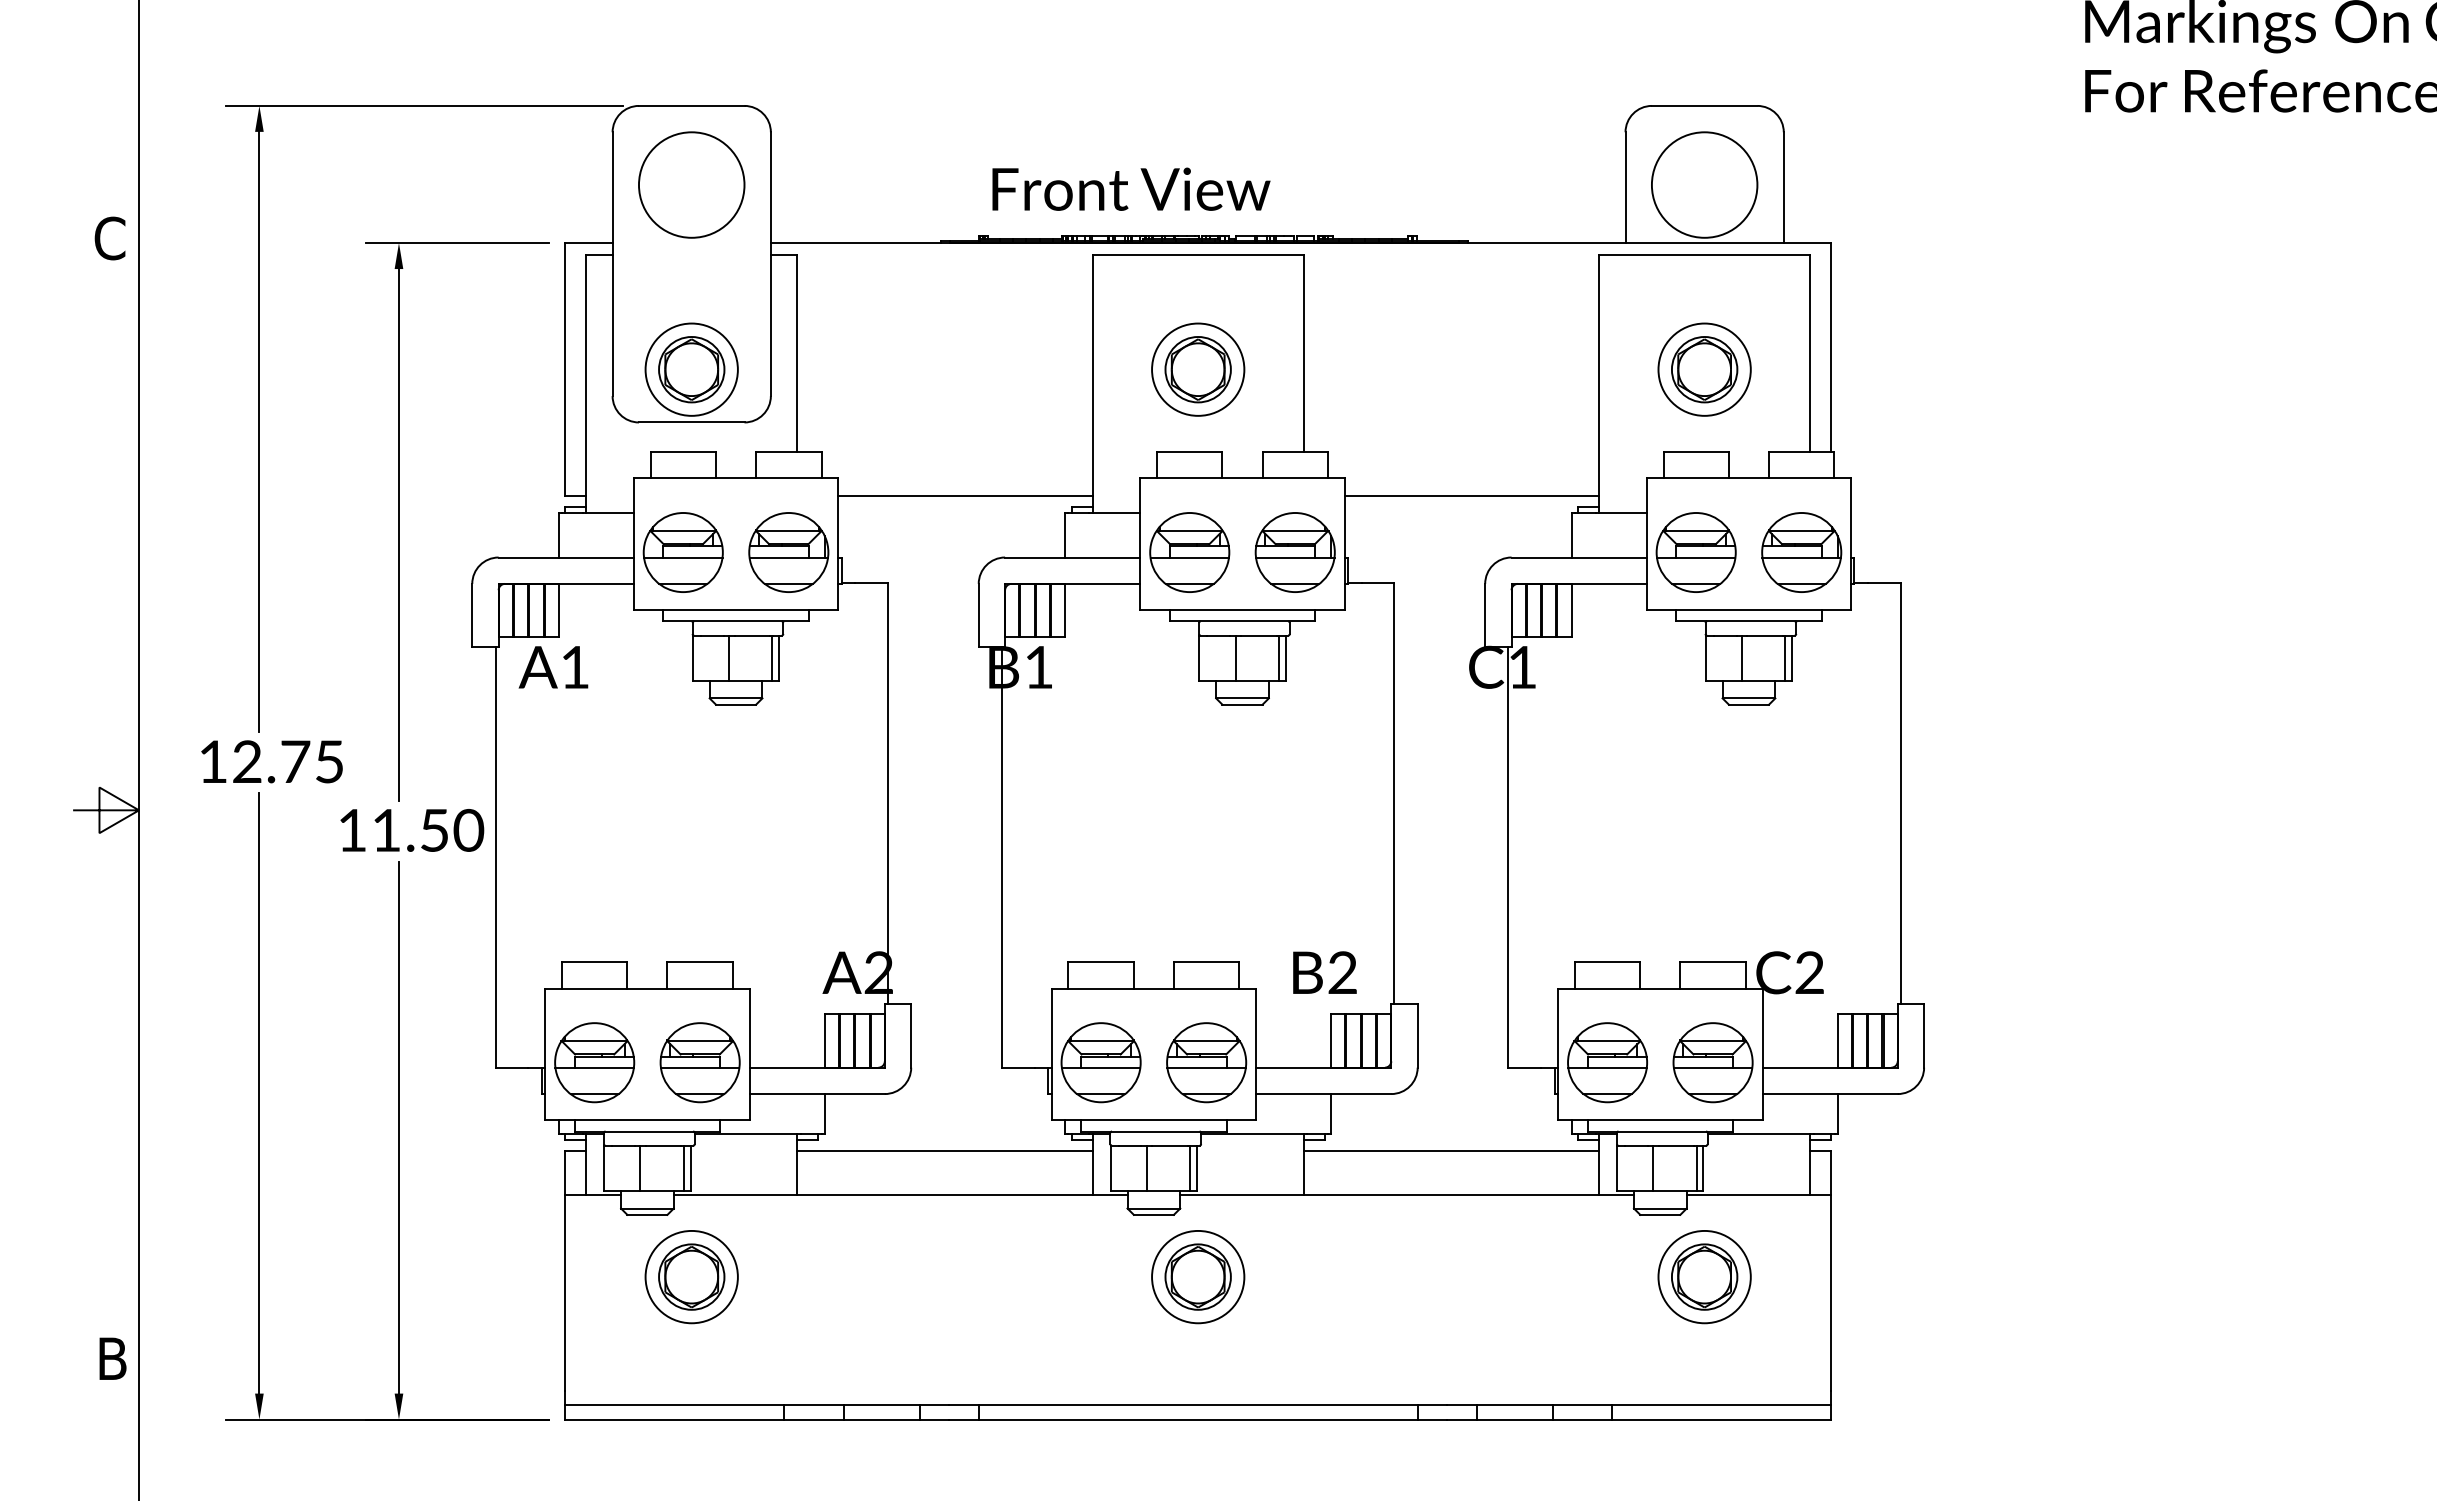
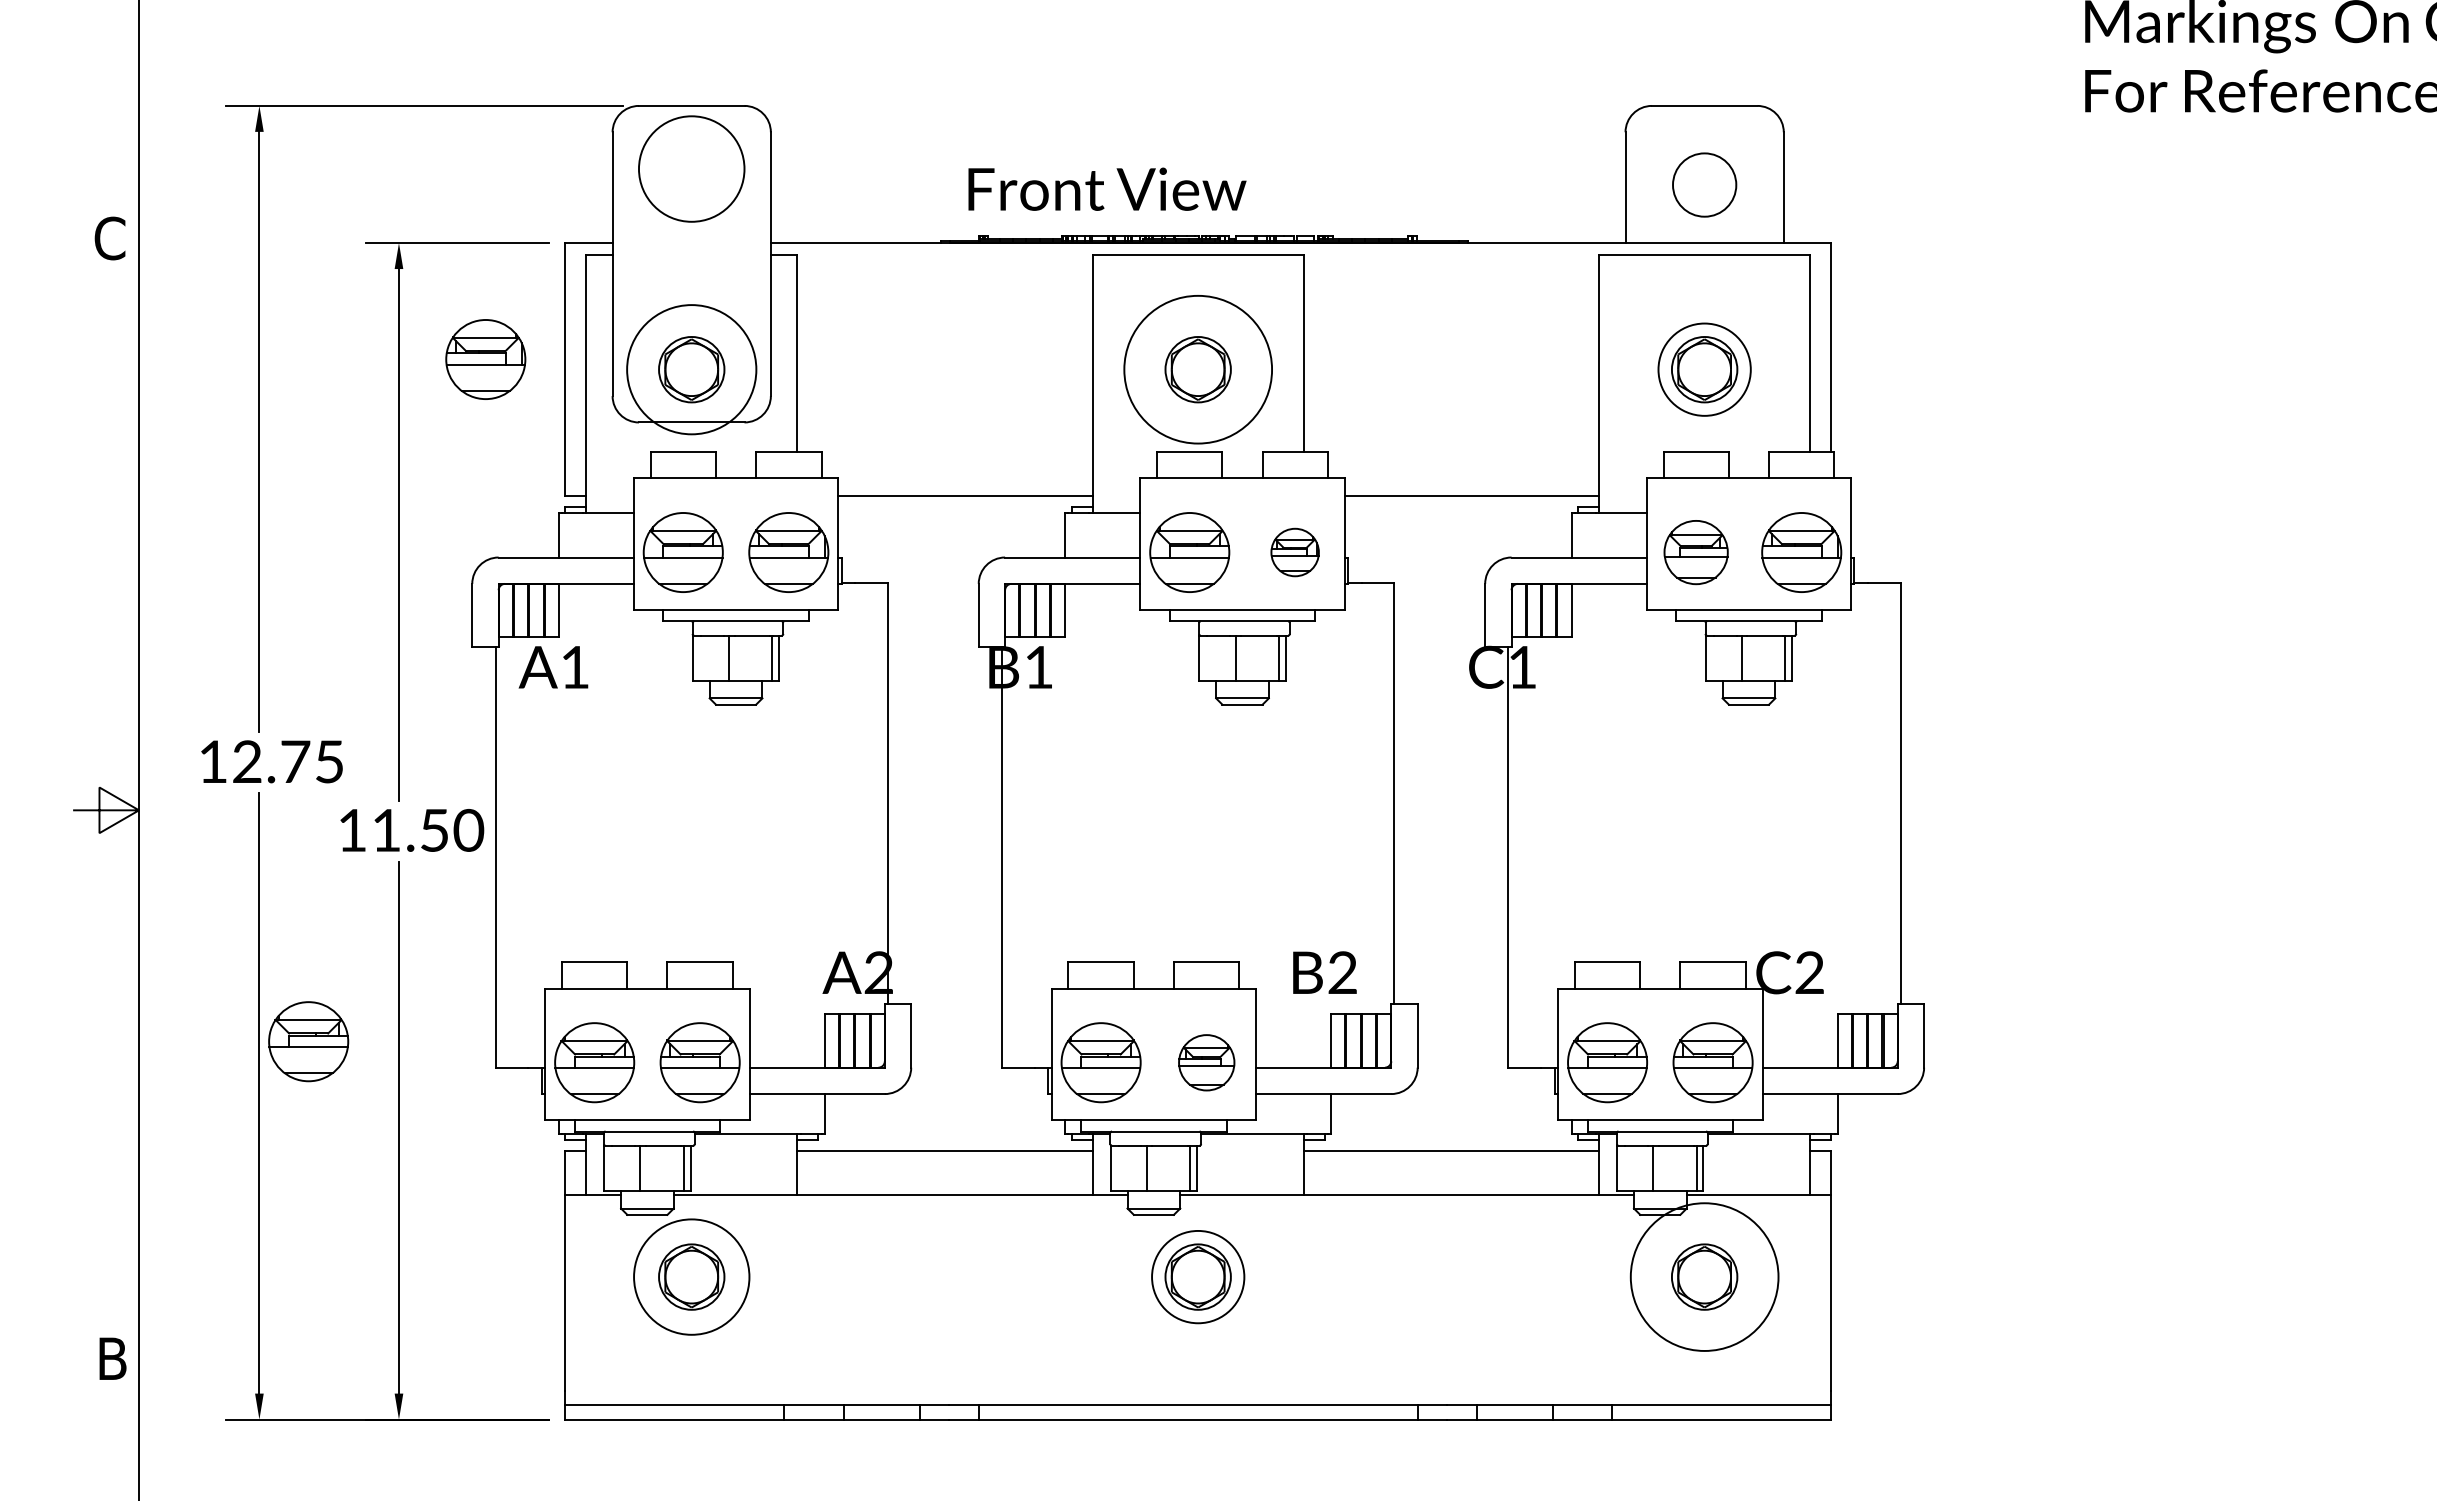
circle at (691, 184) position: (691, 184) -> (691, 168)
circle at (1704, 184) diameter: 106 px -> 63 px
text at (1131, 188) position: (1131, 188) -> (1107, 188)
part at (485, 359): none -> present
circle at (691, 369) diameter: 92 px -> 129 px
circle at (1198, 369) diameter: 92 px -> 148 px
part at (1294, 552) size: 82x81 px -> 50x51 px
part at (1695, 552) size: 82x81 px -> 66x66 px
part at (308, 1041): none -> present
part at (1206, 1062) size: 82x82 px -> 58x58 px
circle at (691, 1276) diameter: 92 px -> 115 px
circle at (1704, 1276) diameter: 92 px -> 148 px
